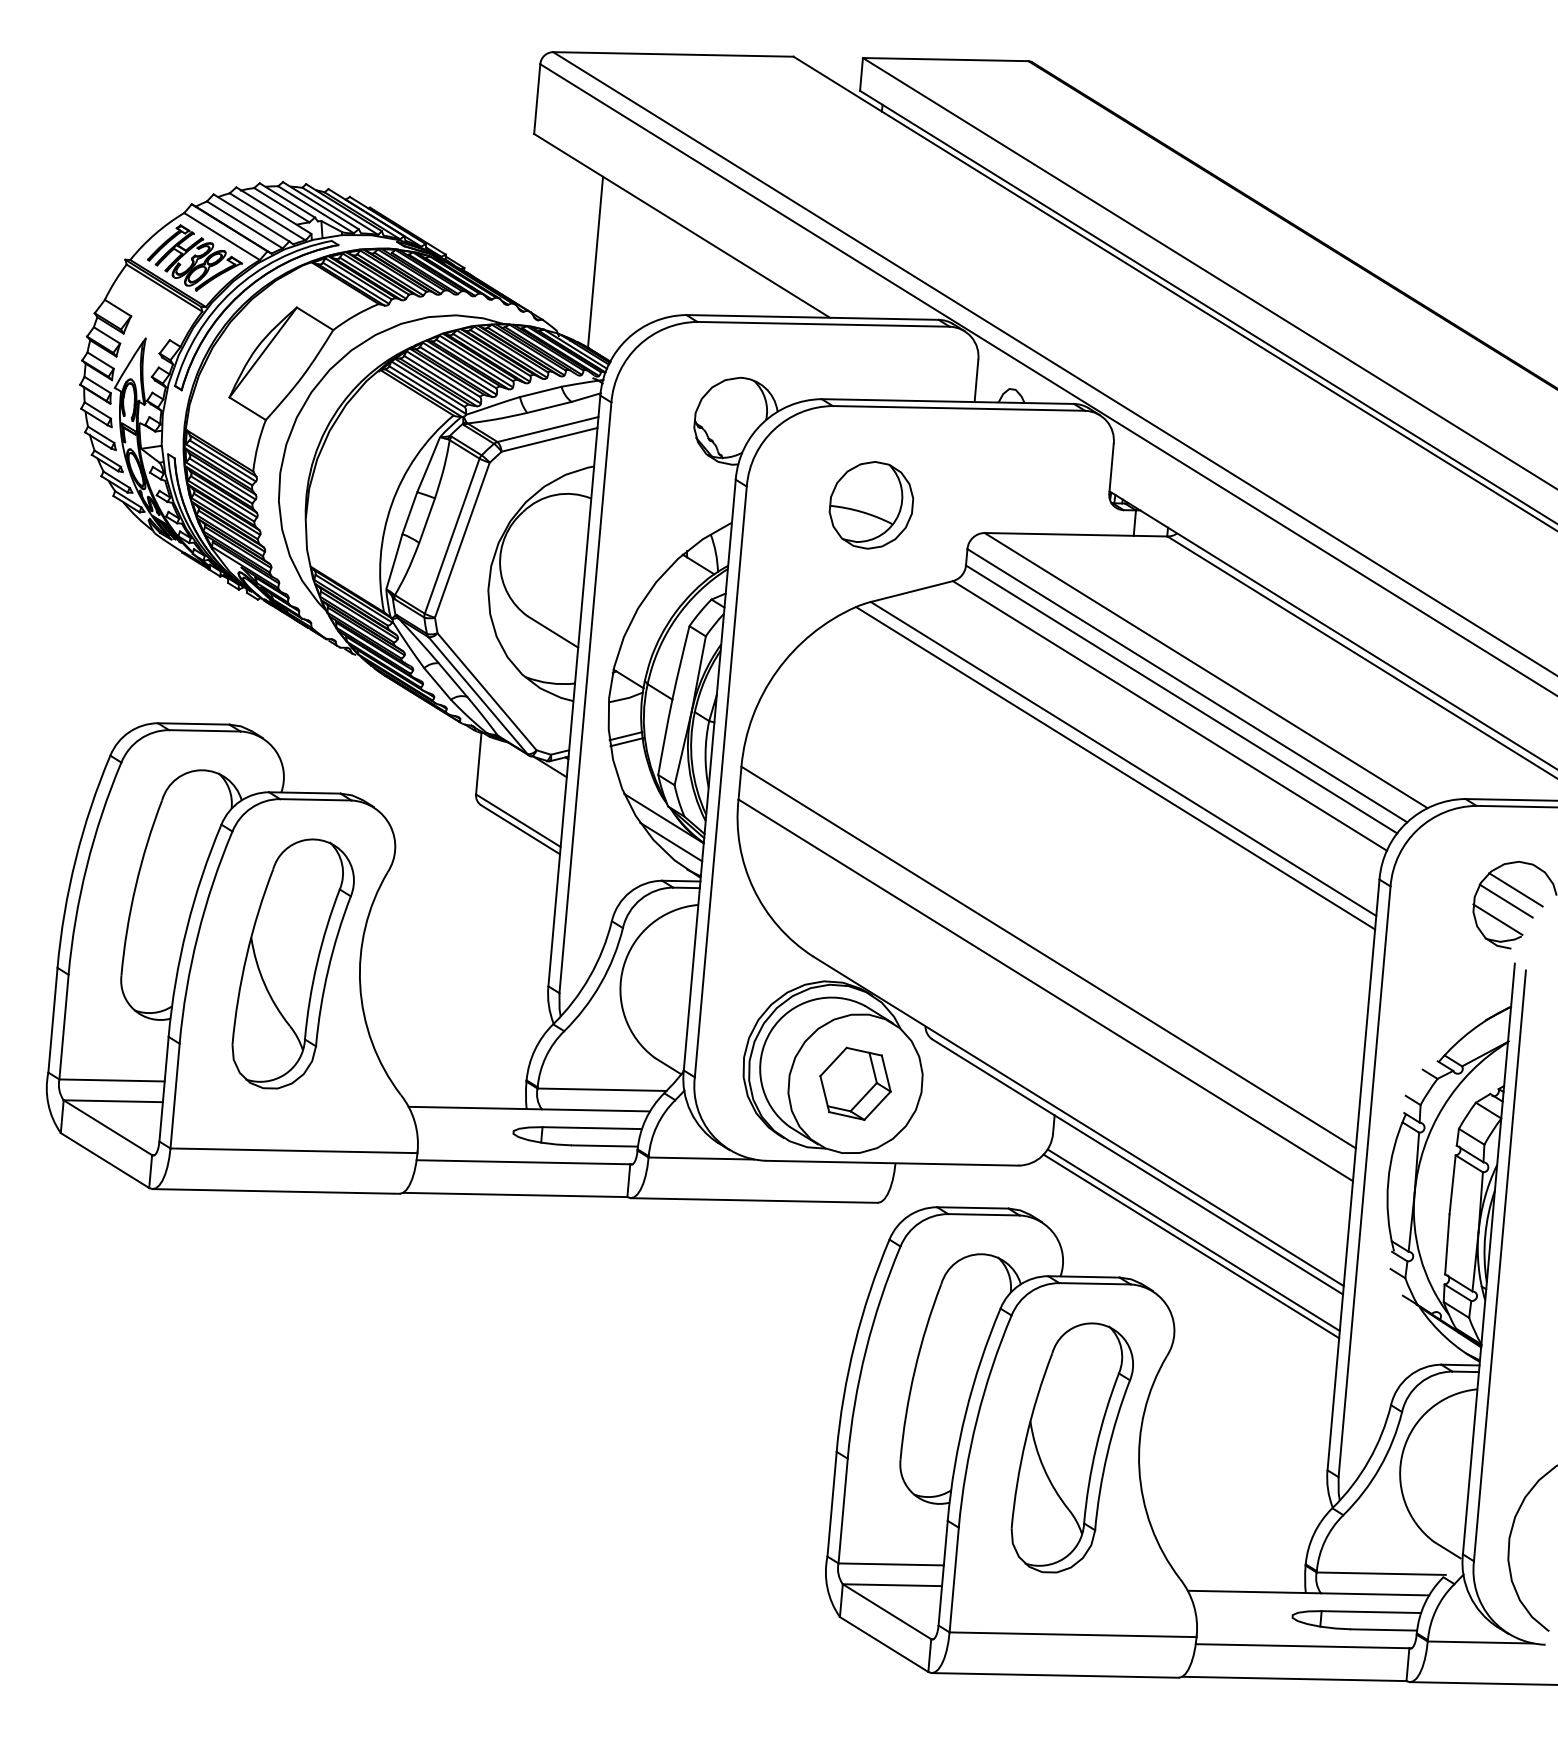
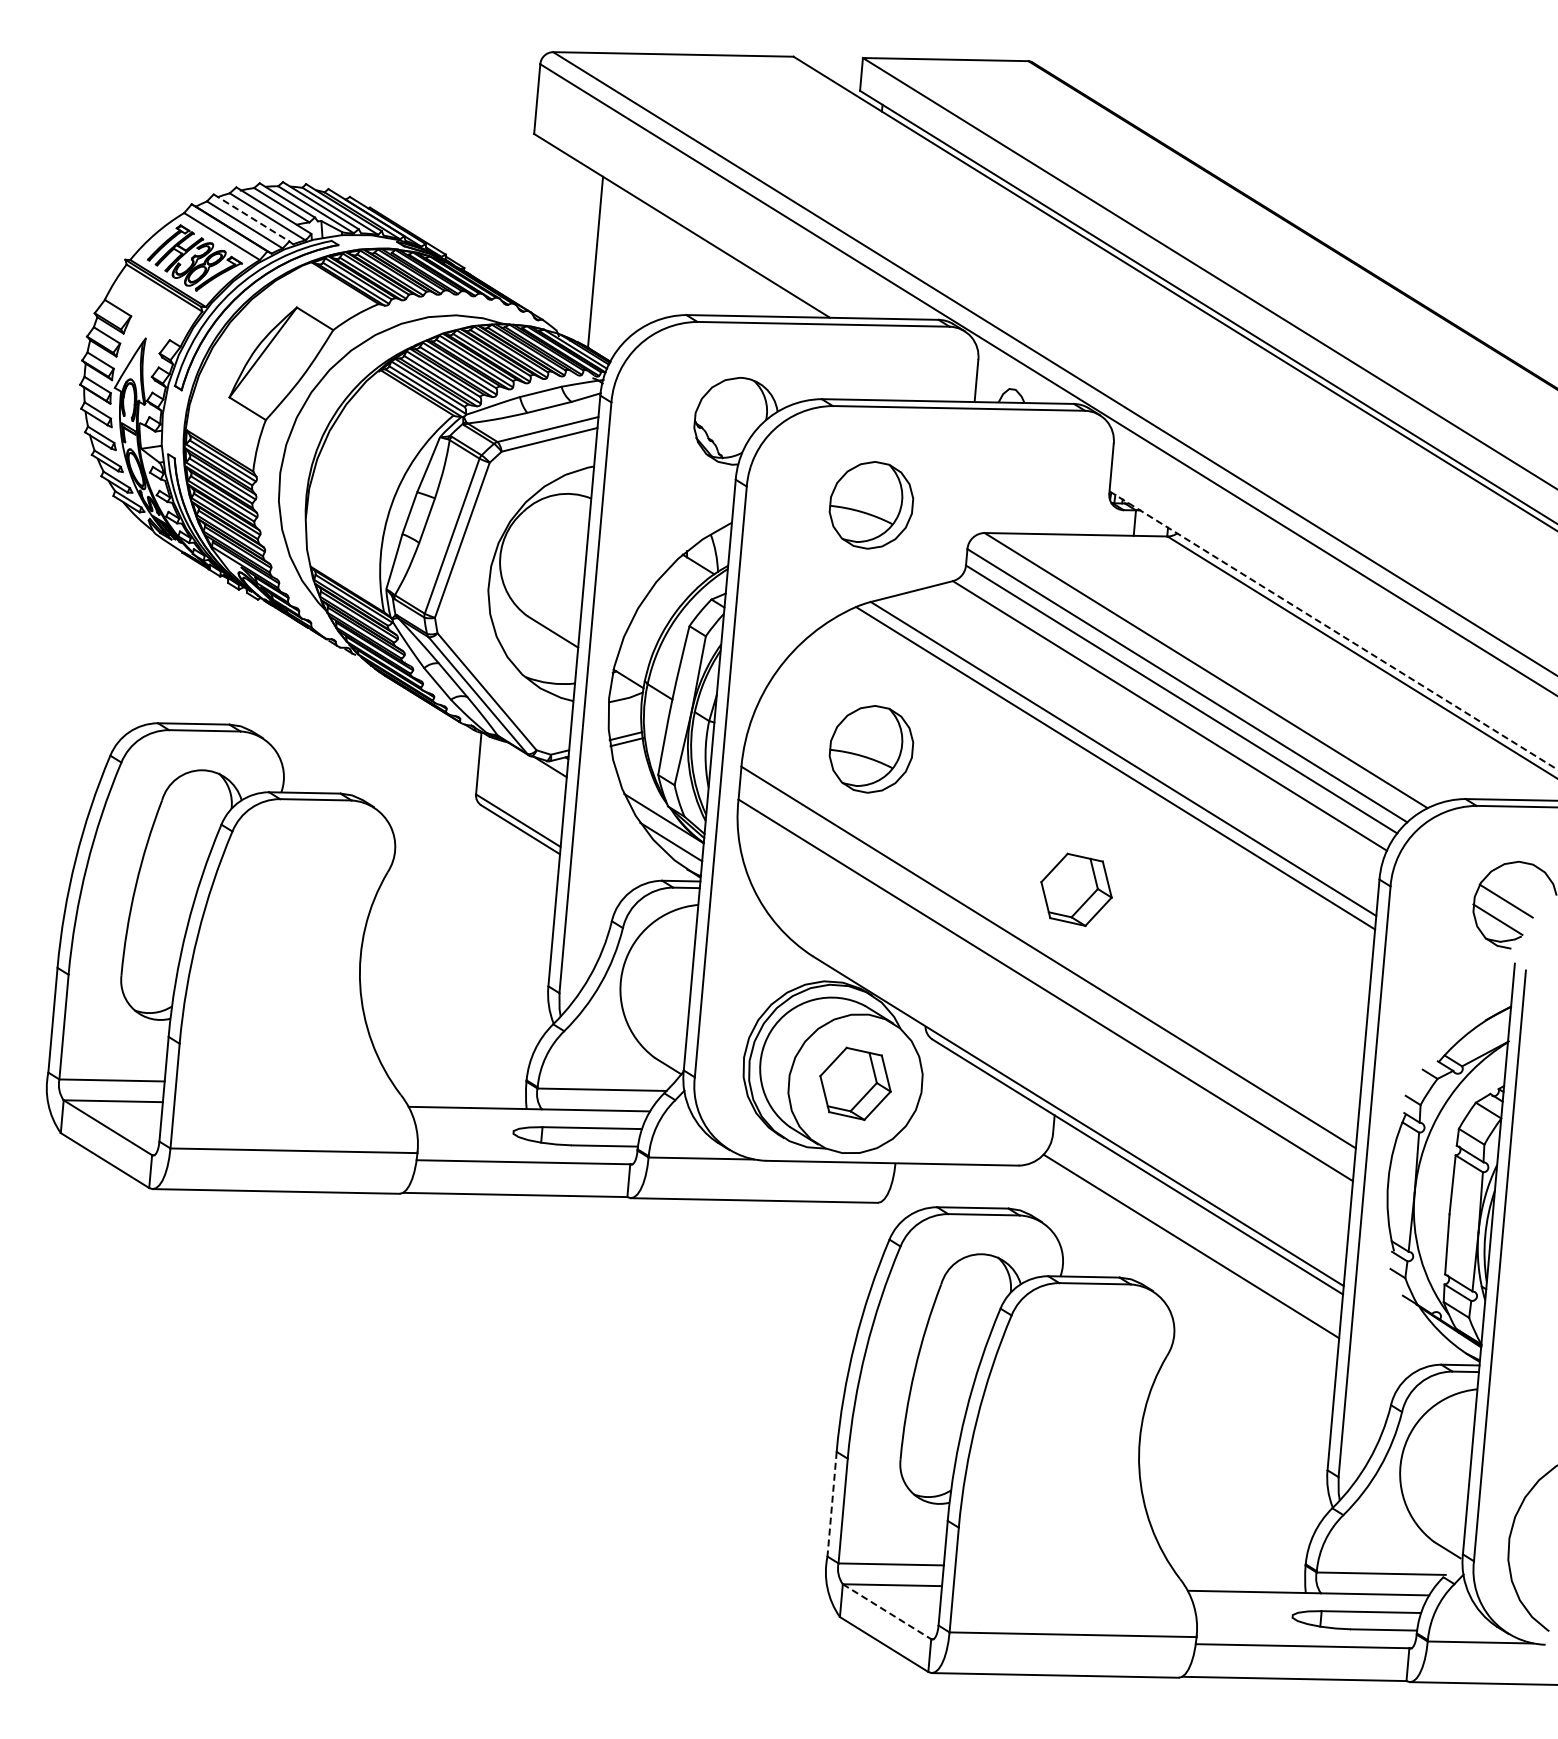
line at (251, 217): solid -> dashed
line at (1333, 630): solid -> dashed
part at (871, 749): none -> present
part at (1076, 889): none -> present
line at (1515, 889): present -> none
part at (292, 963): present -> none
line at (1193, 1239): present -> none
part at (1071, 1447): present -> none
line at (832, 1504): solid -> dashed
line at (887, 1611): solid -> dashed
